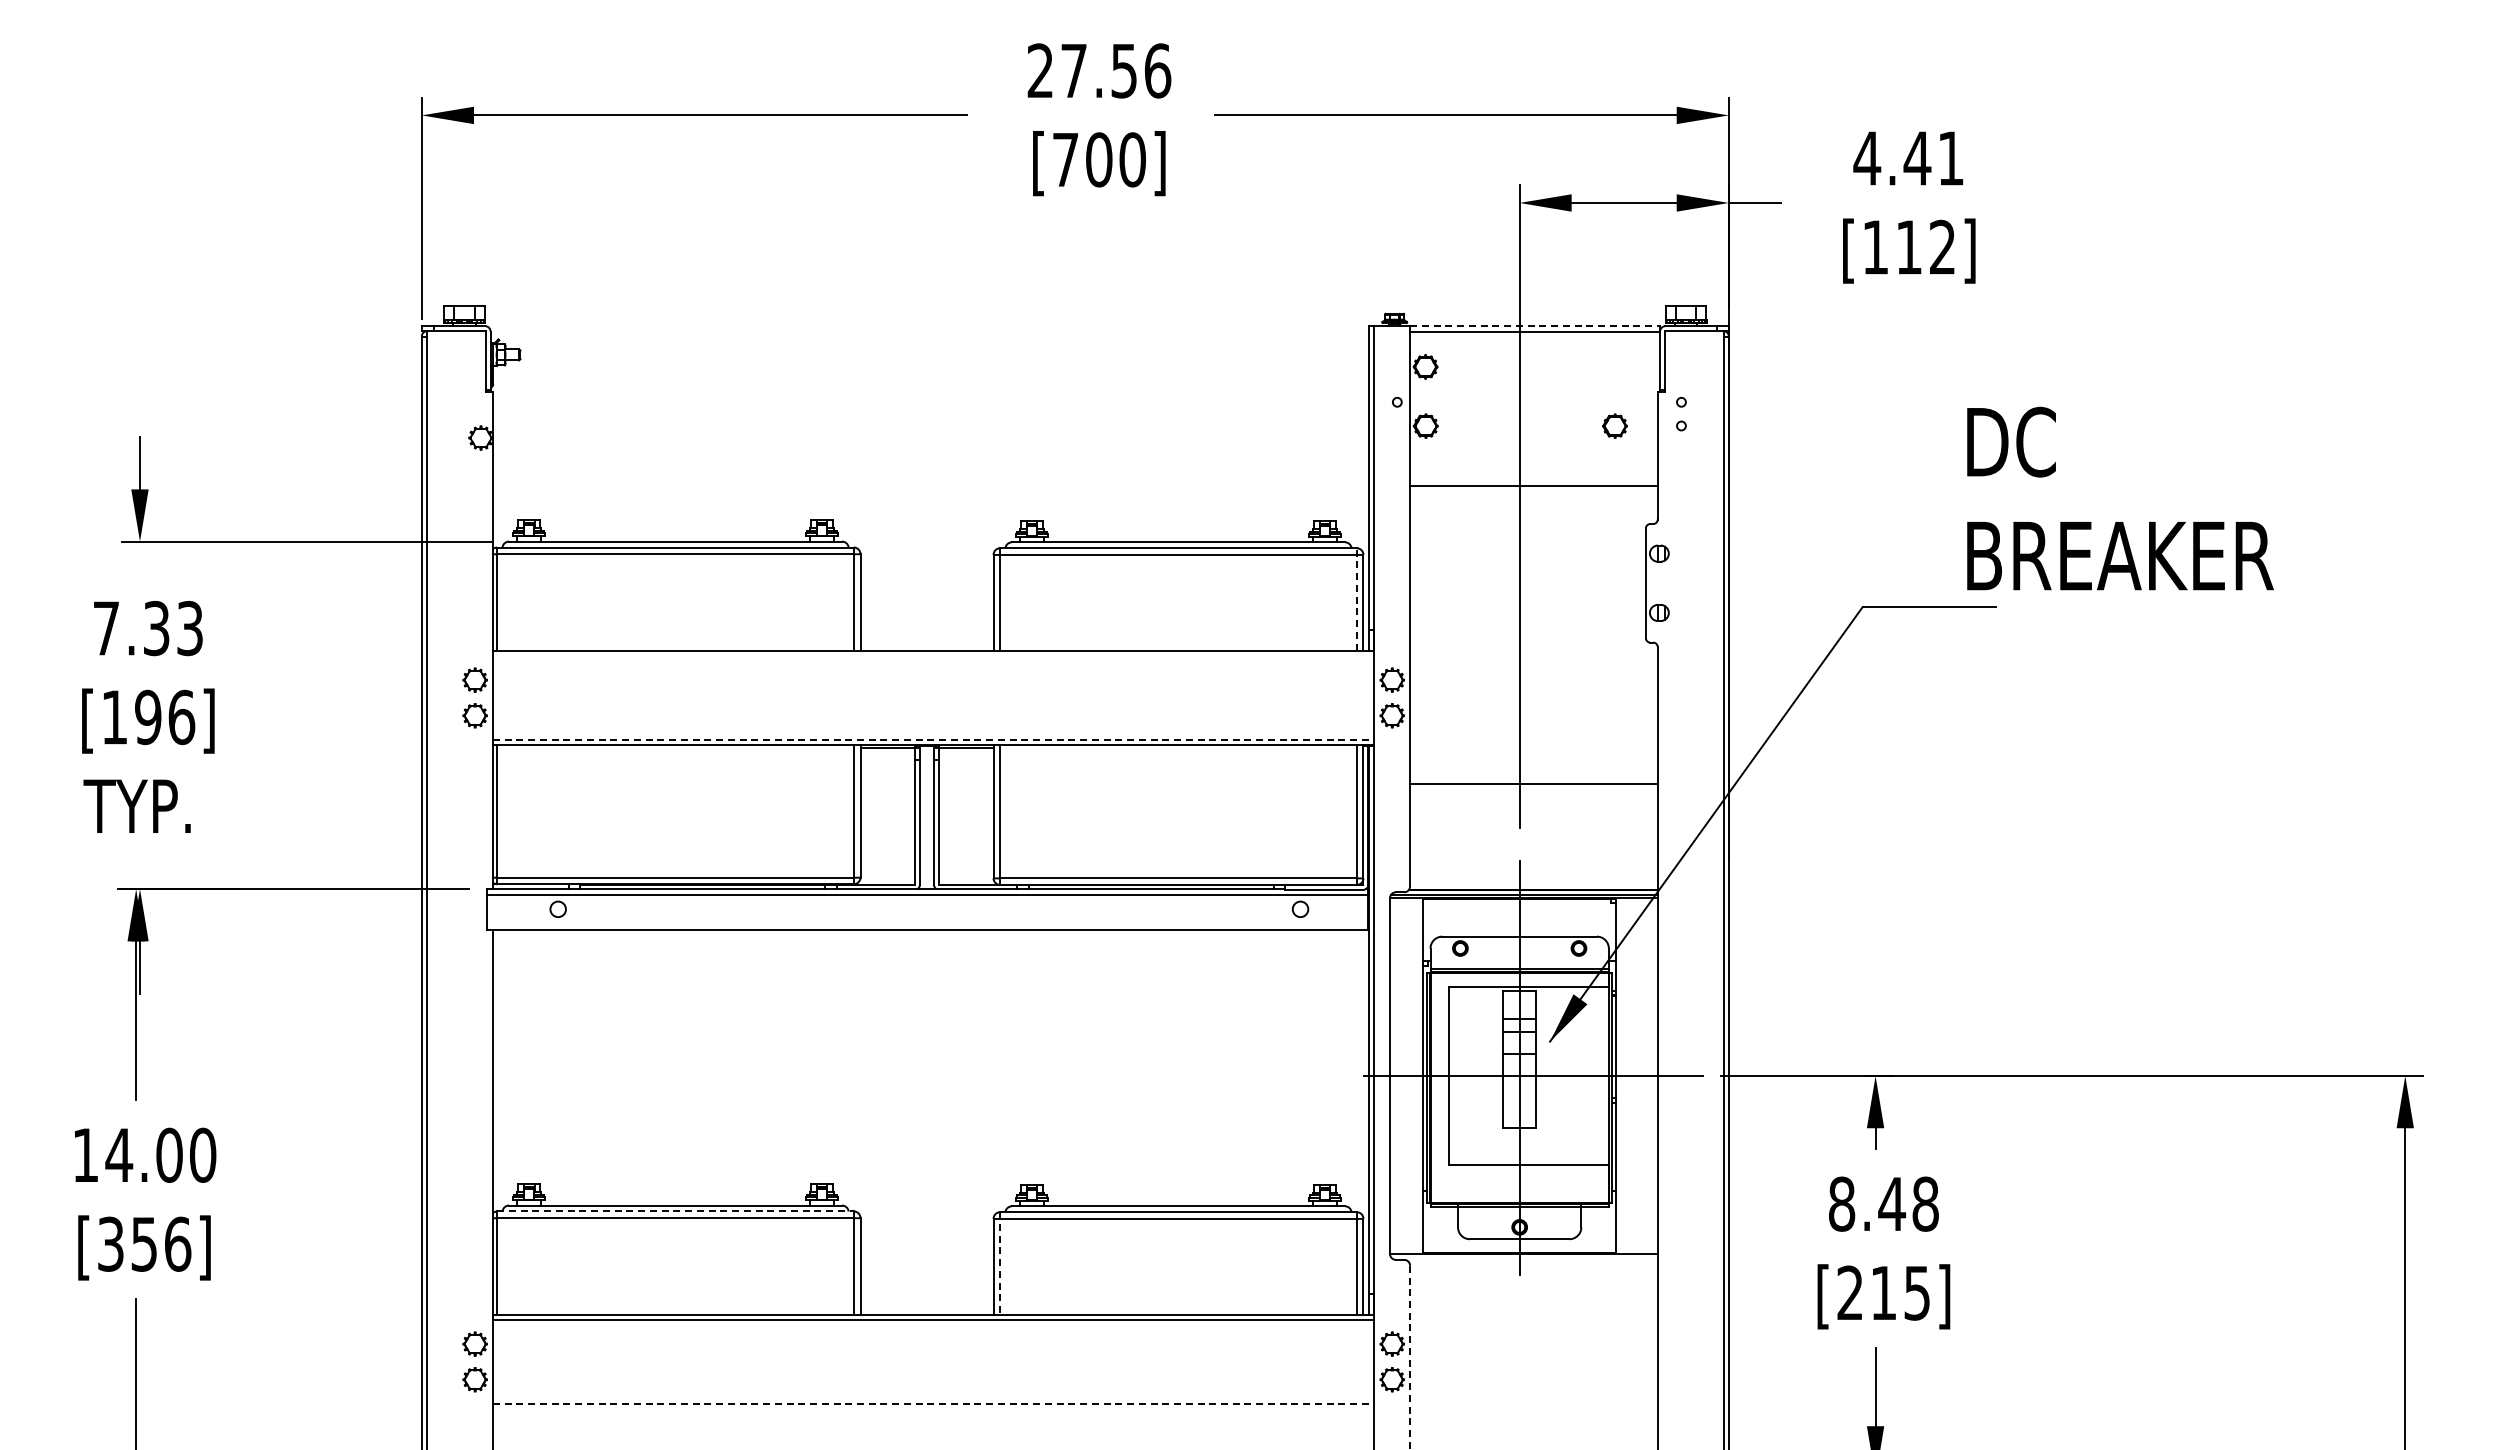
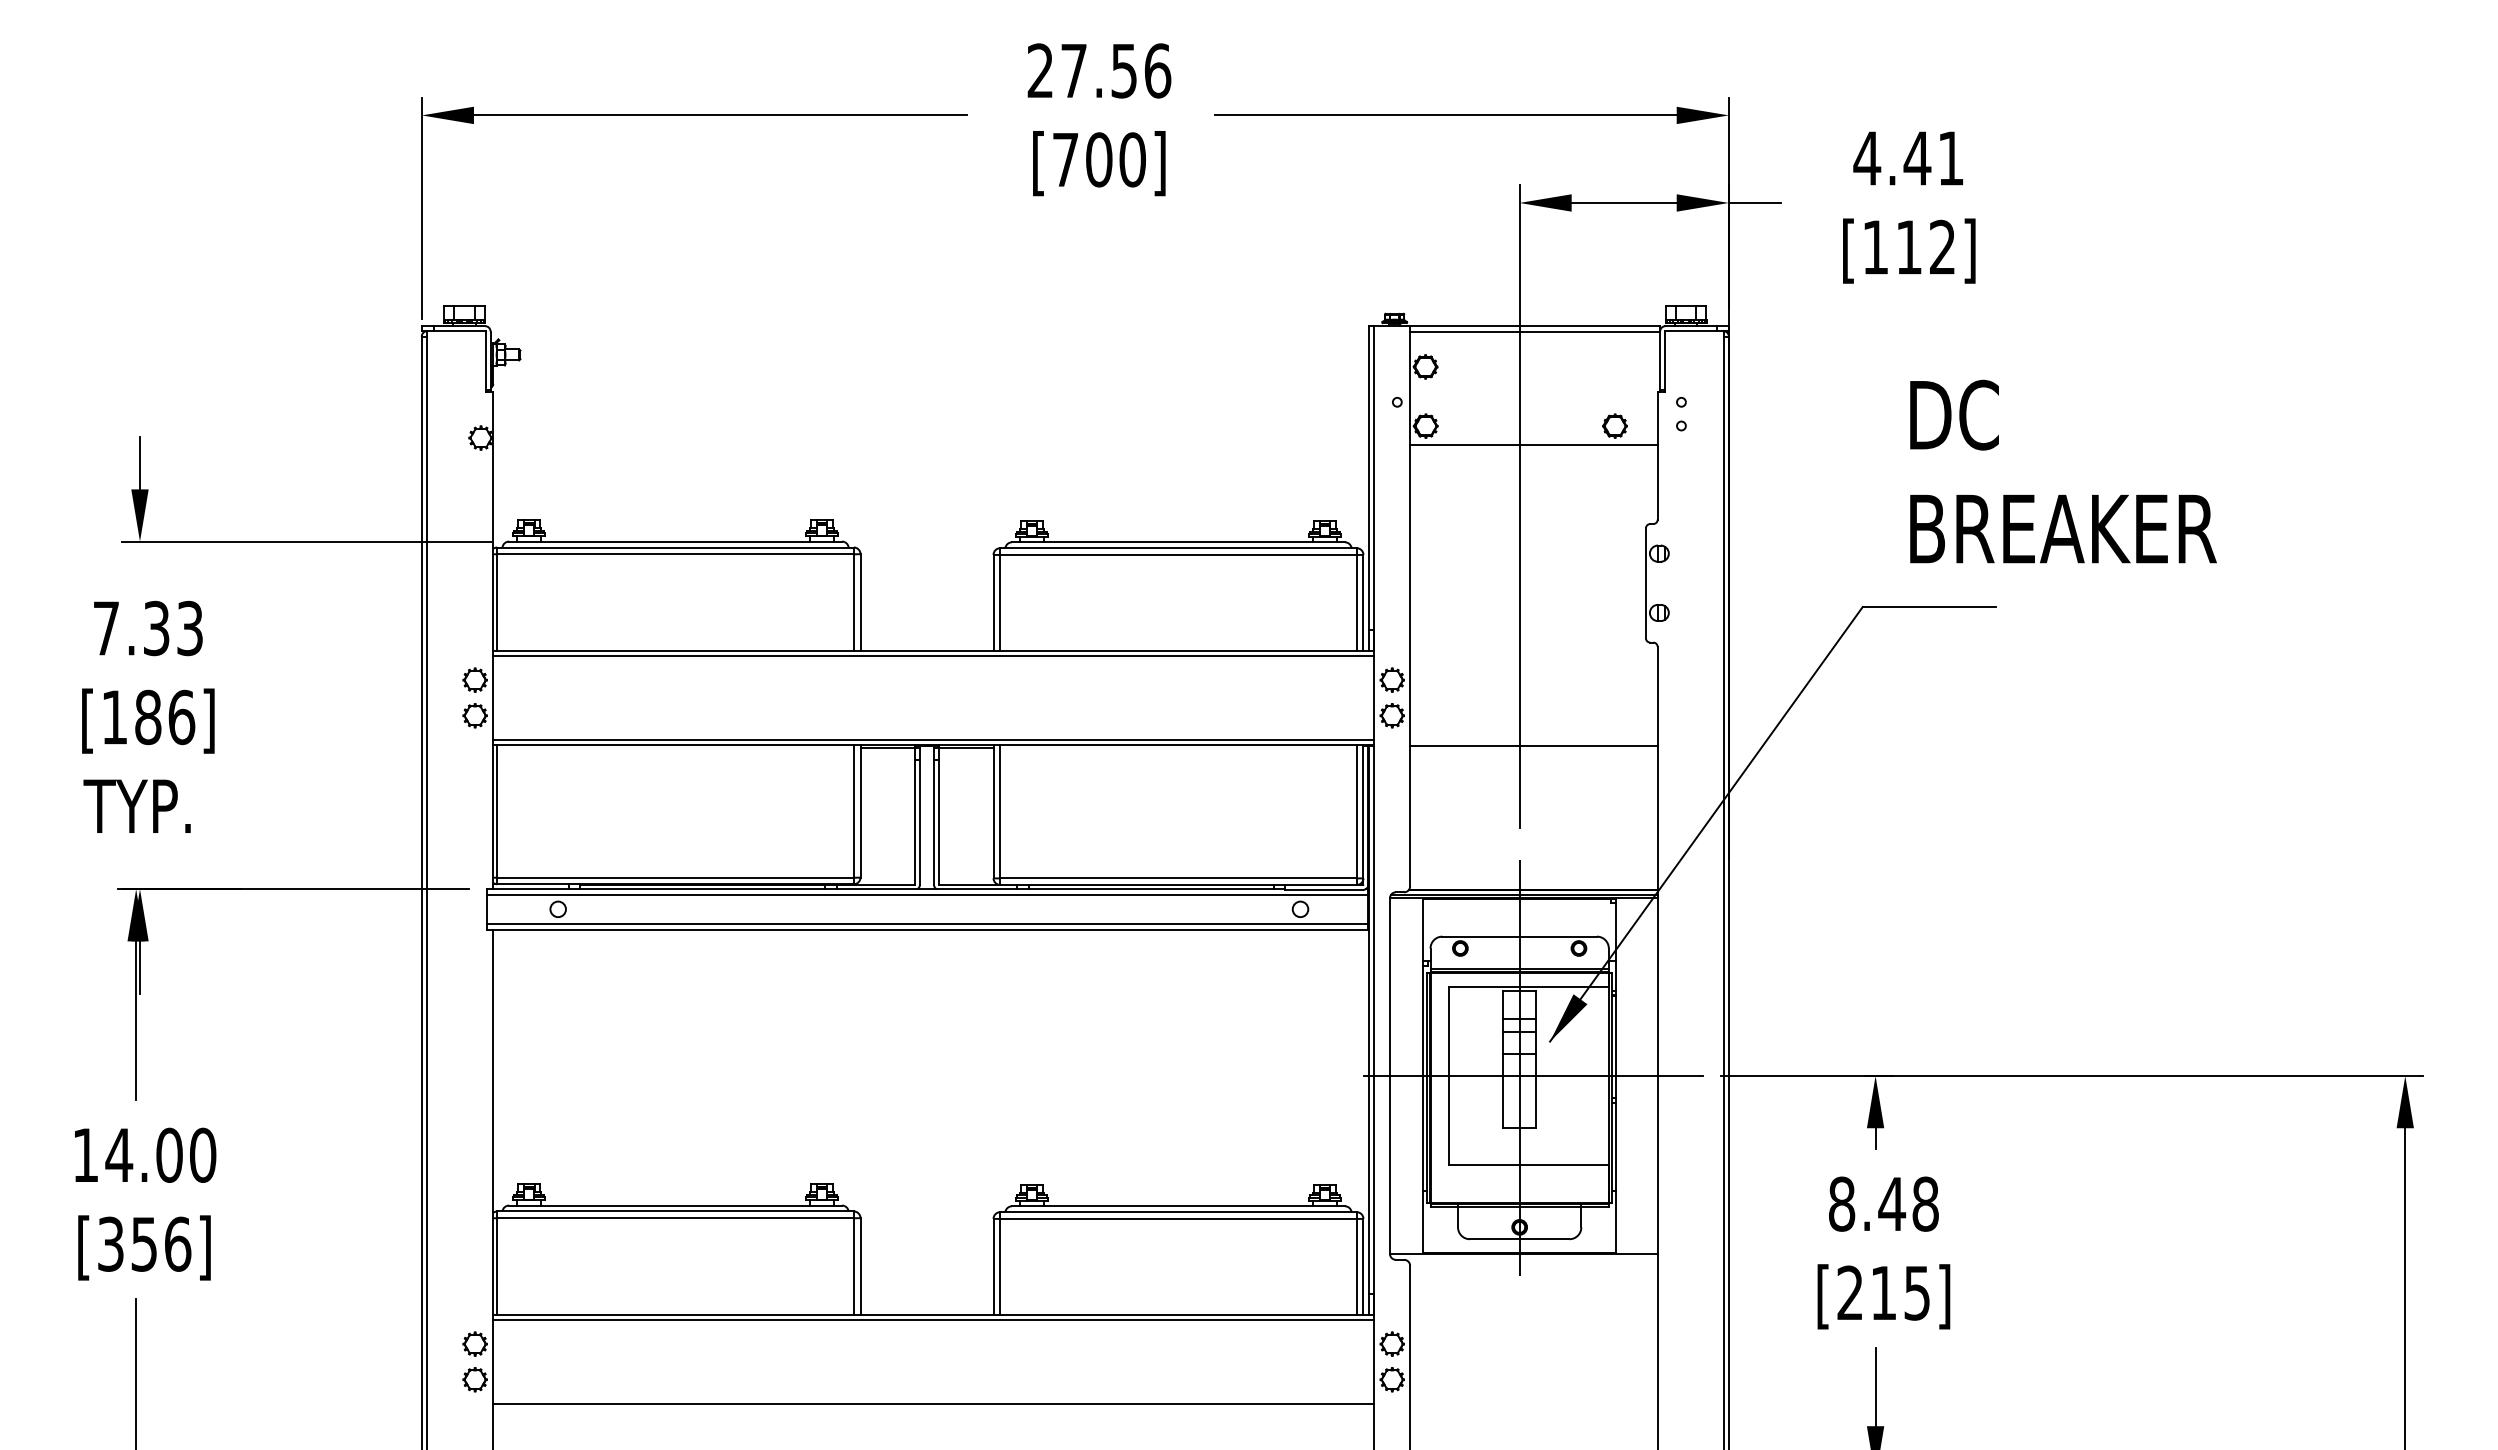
line at (1535, 326): dashed -> solid
line at (1533, 485) position: (1533, 485) -> (1533, 444)
text at (2120, 498) position: (2120, 498) -> (2063, 471)
line at (1356, 598): dashed -> solid
line at (932, 655): none -> present
text at (148, 717): [196] -> [186]
line at (933, 740): dashed -> solid
line at (1533, 784) position: (1533, 784) -> (1533, 746)
line at (926, 924): none -> present
line at (676, 1211): dashed -> solid
line at (1000, 1263): dashed -> solid
line at (1410, 1357): dashed -> solid
line at (933, 1404): dashed -> solid
